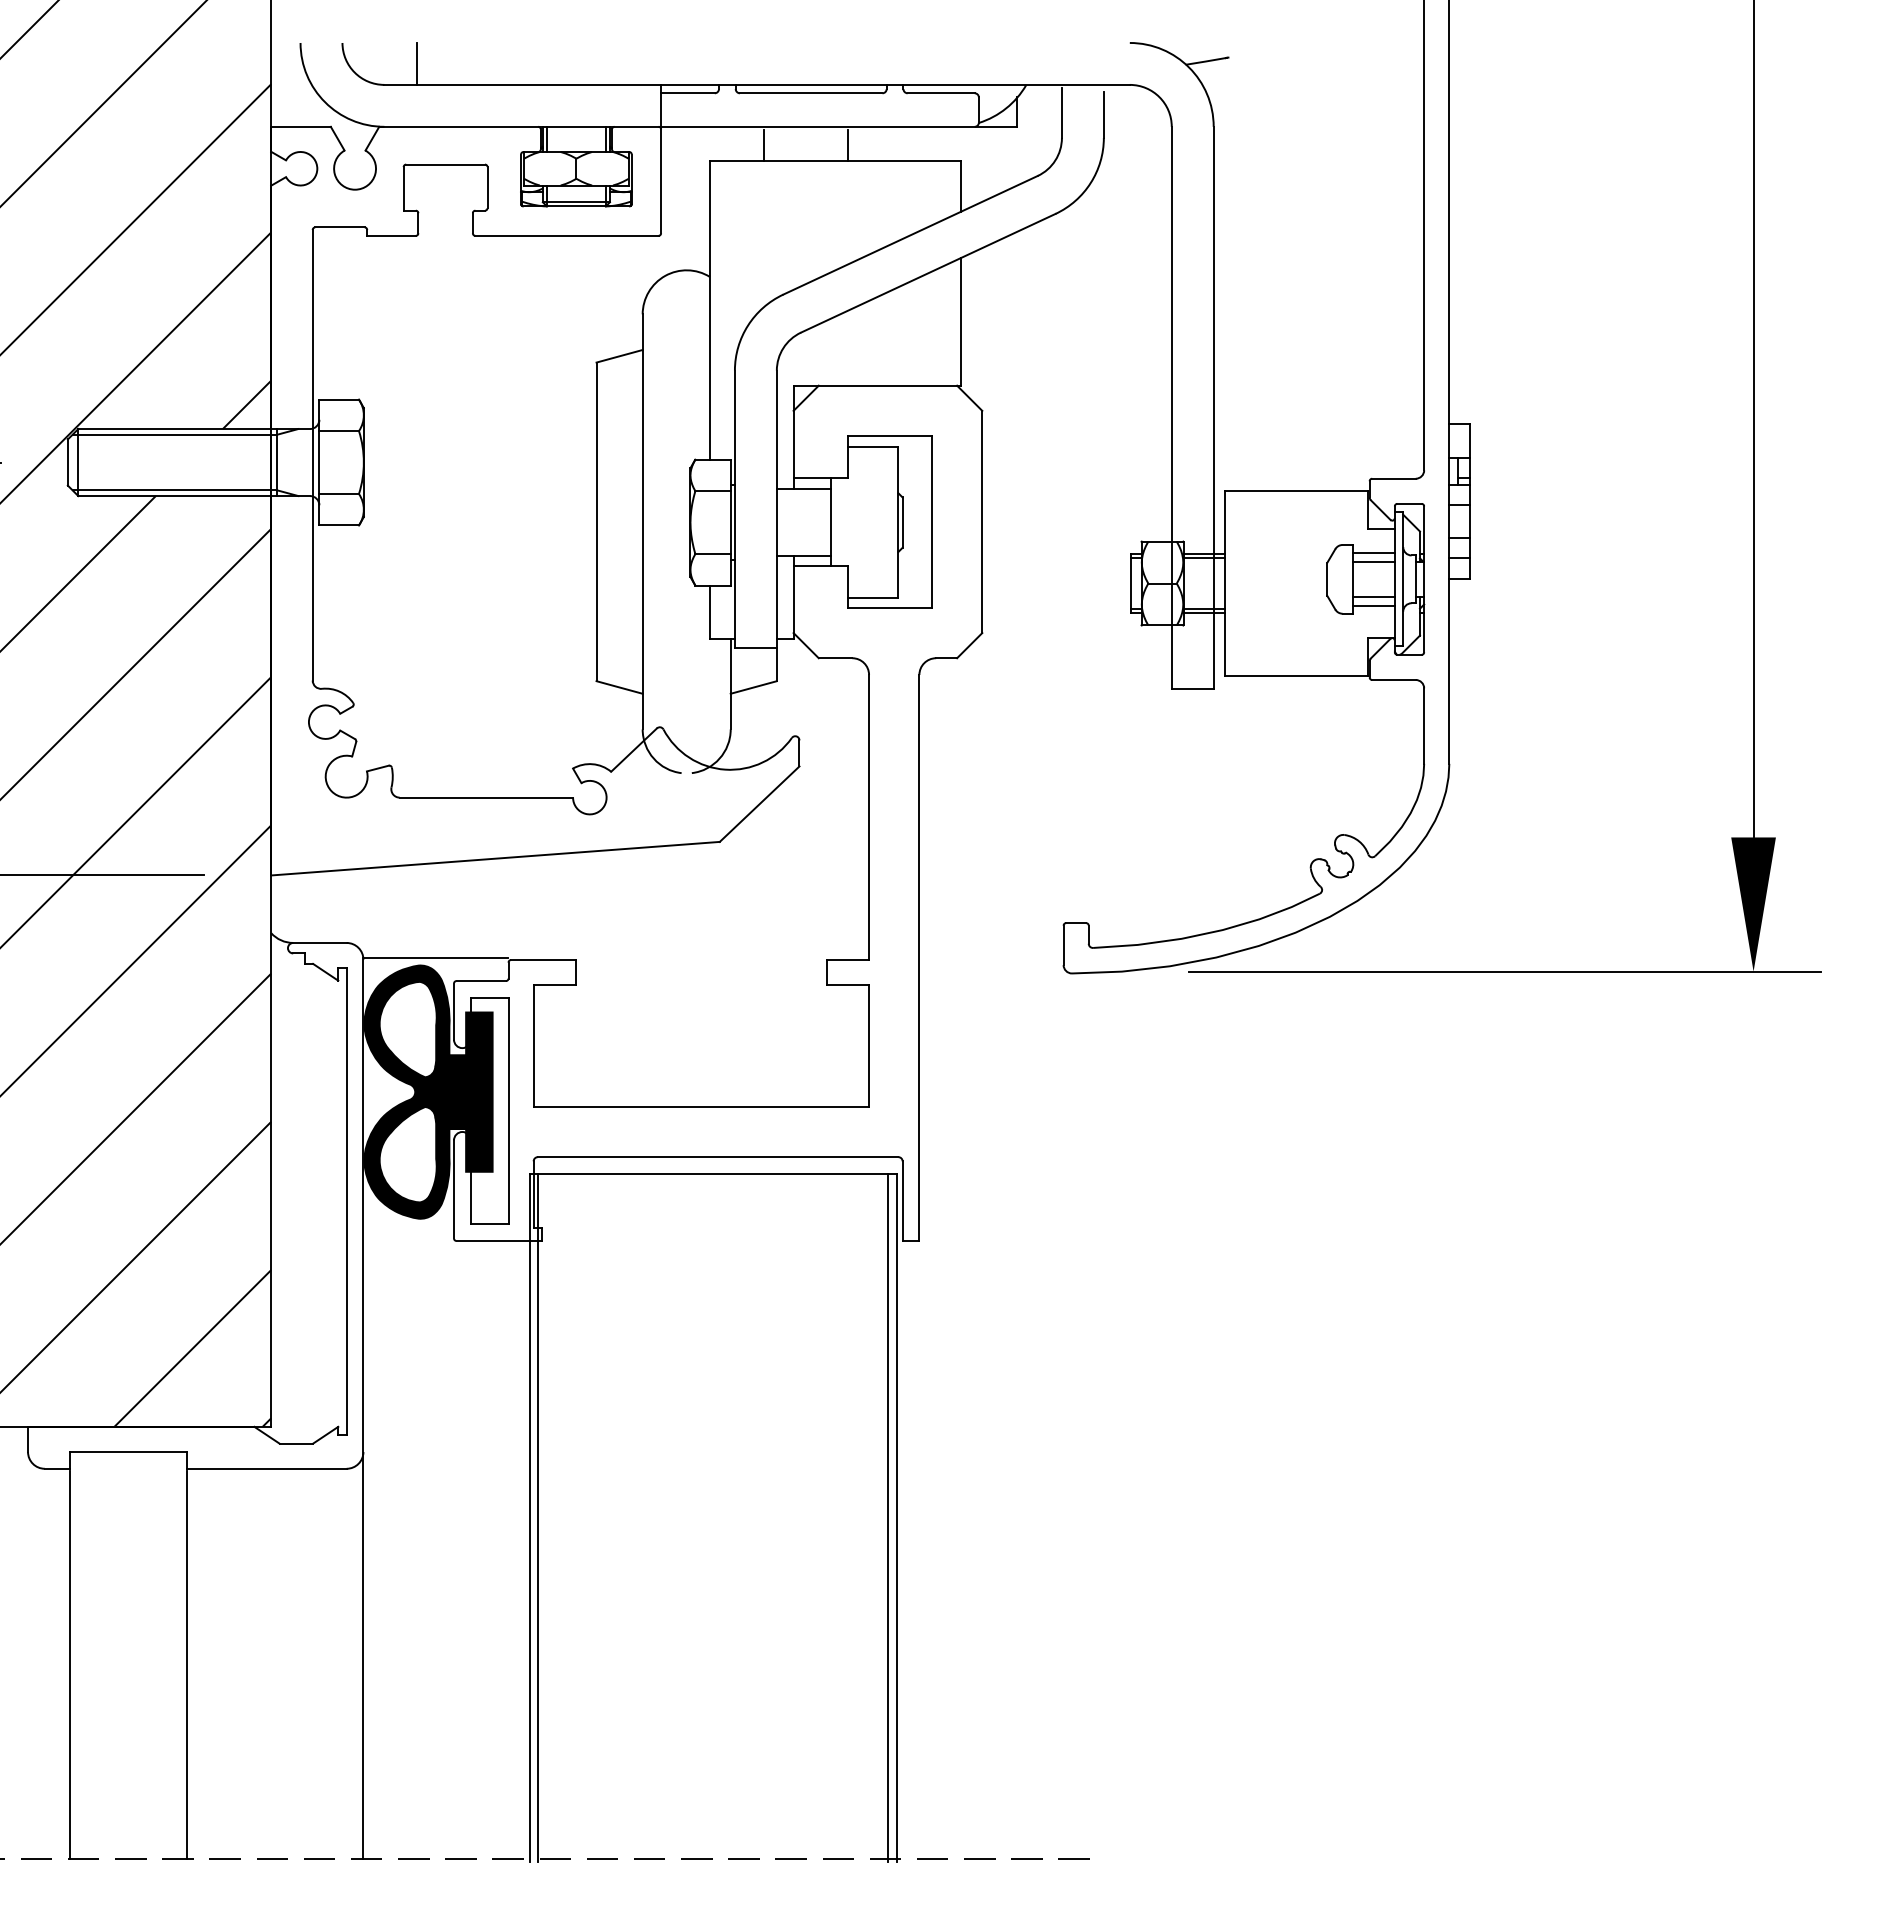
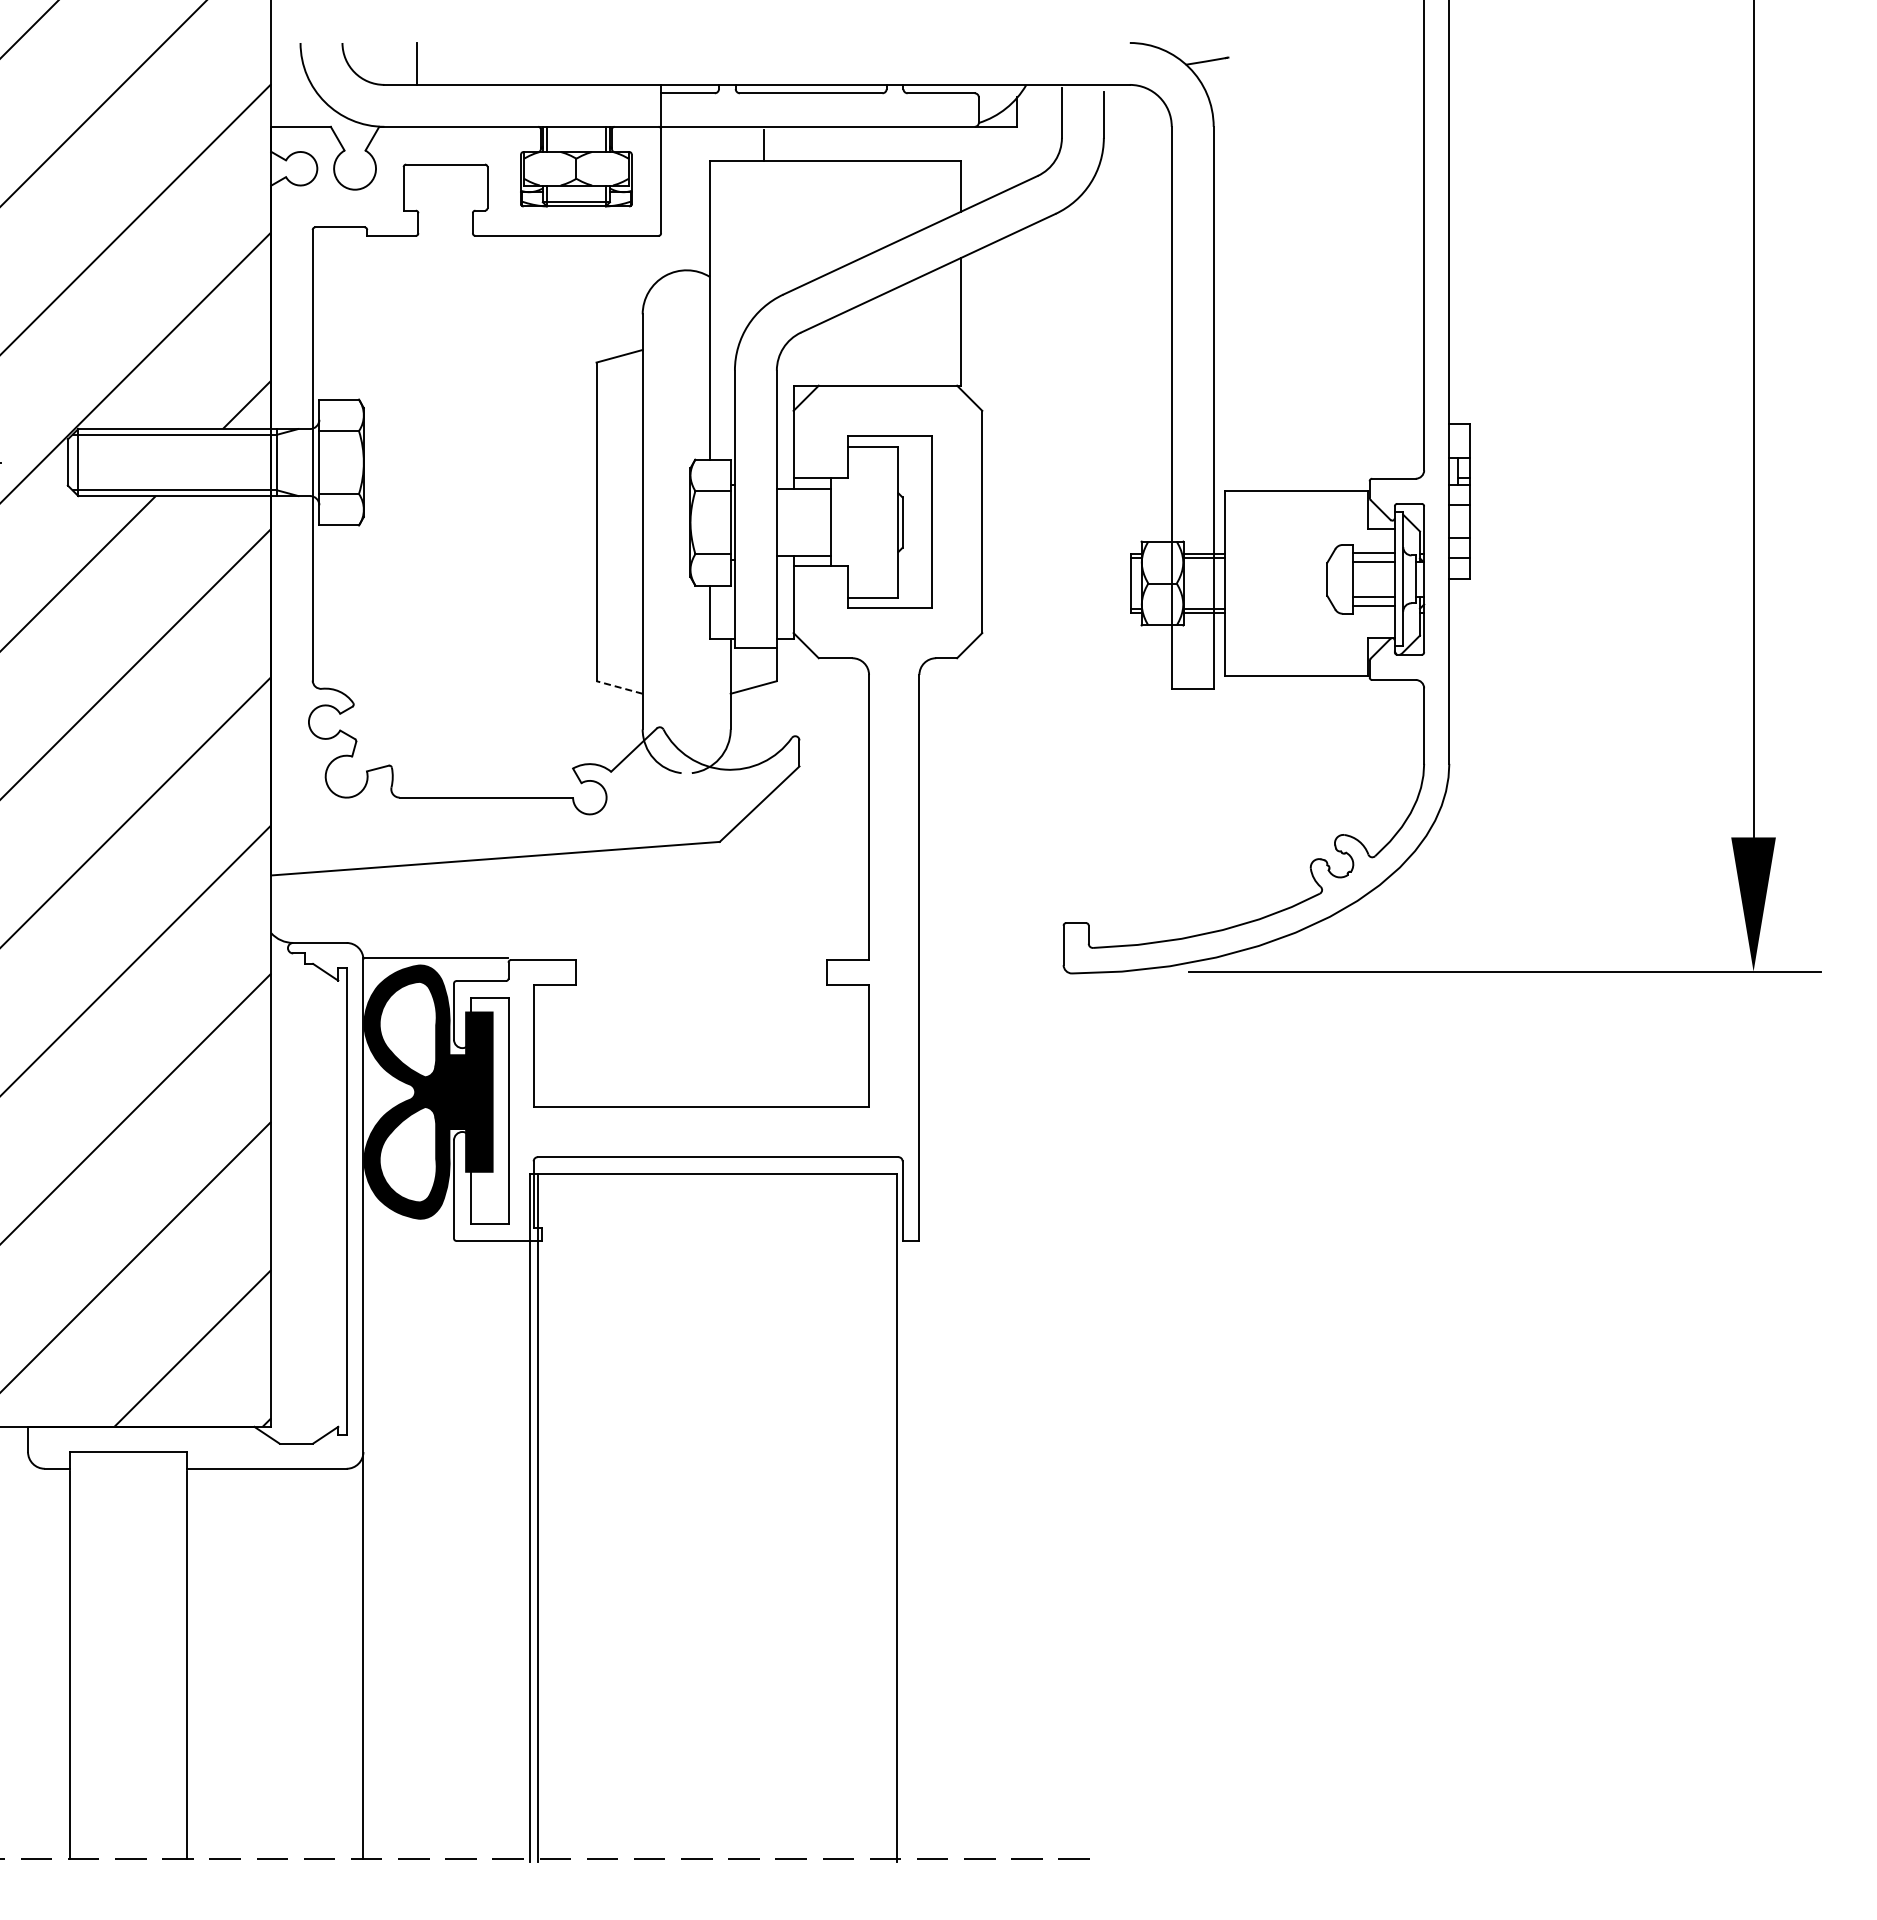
line at (847, 145): present -> none
line at (619, 687): solid -> dashed
line at (103, 875): present -> none
line at (888, 1518): present -> none
